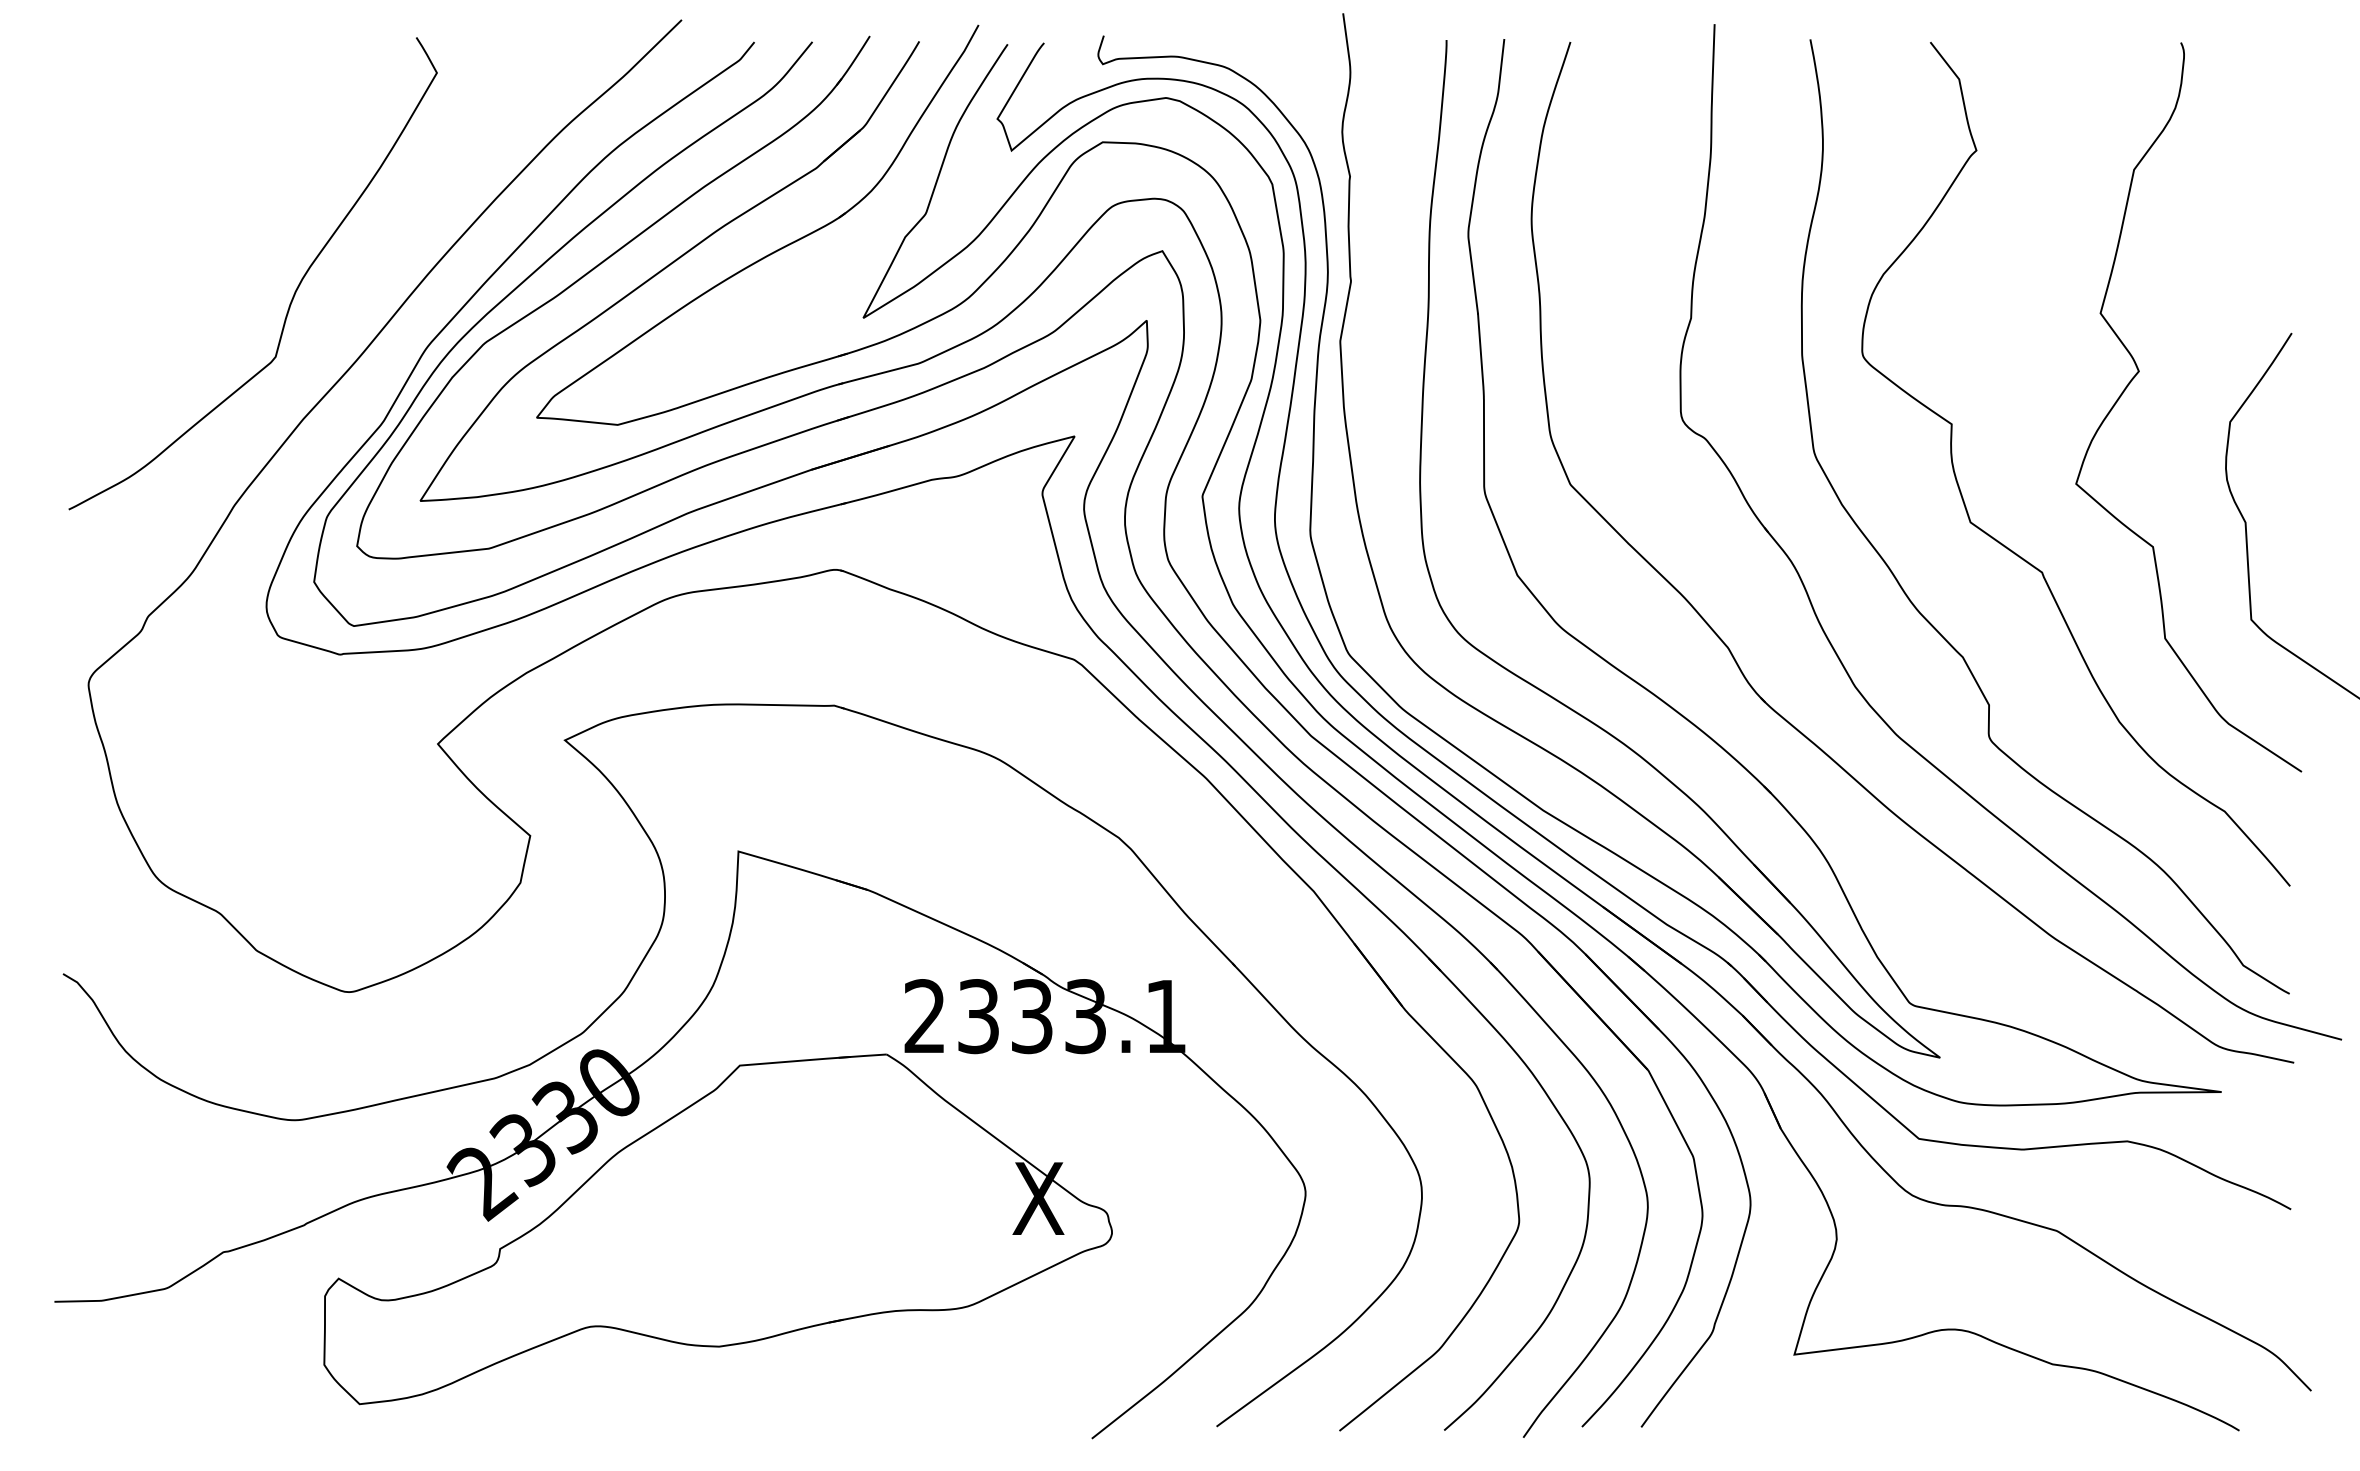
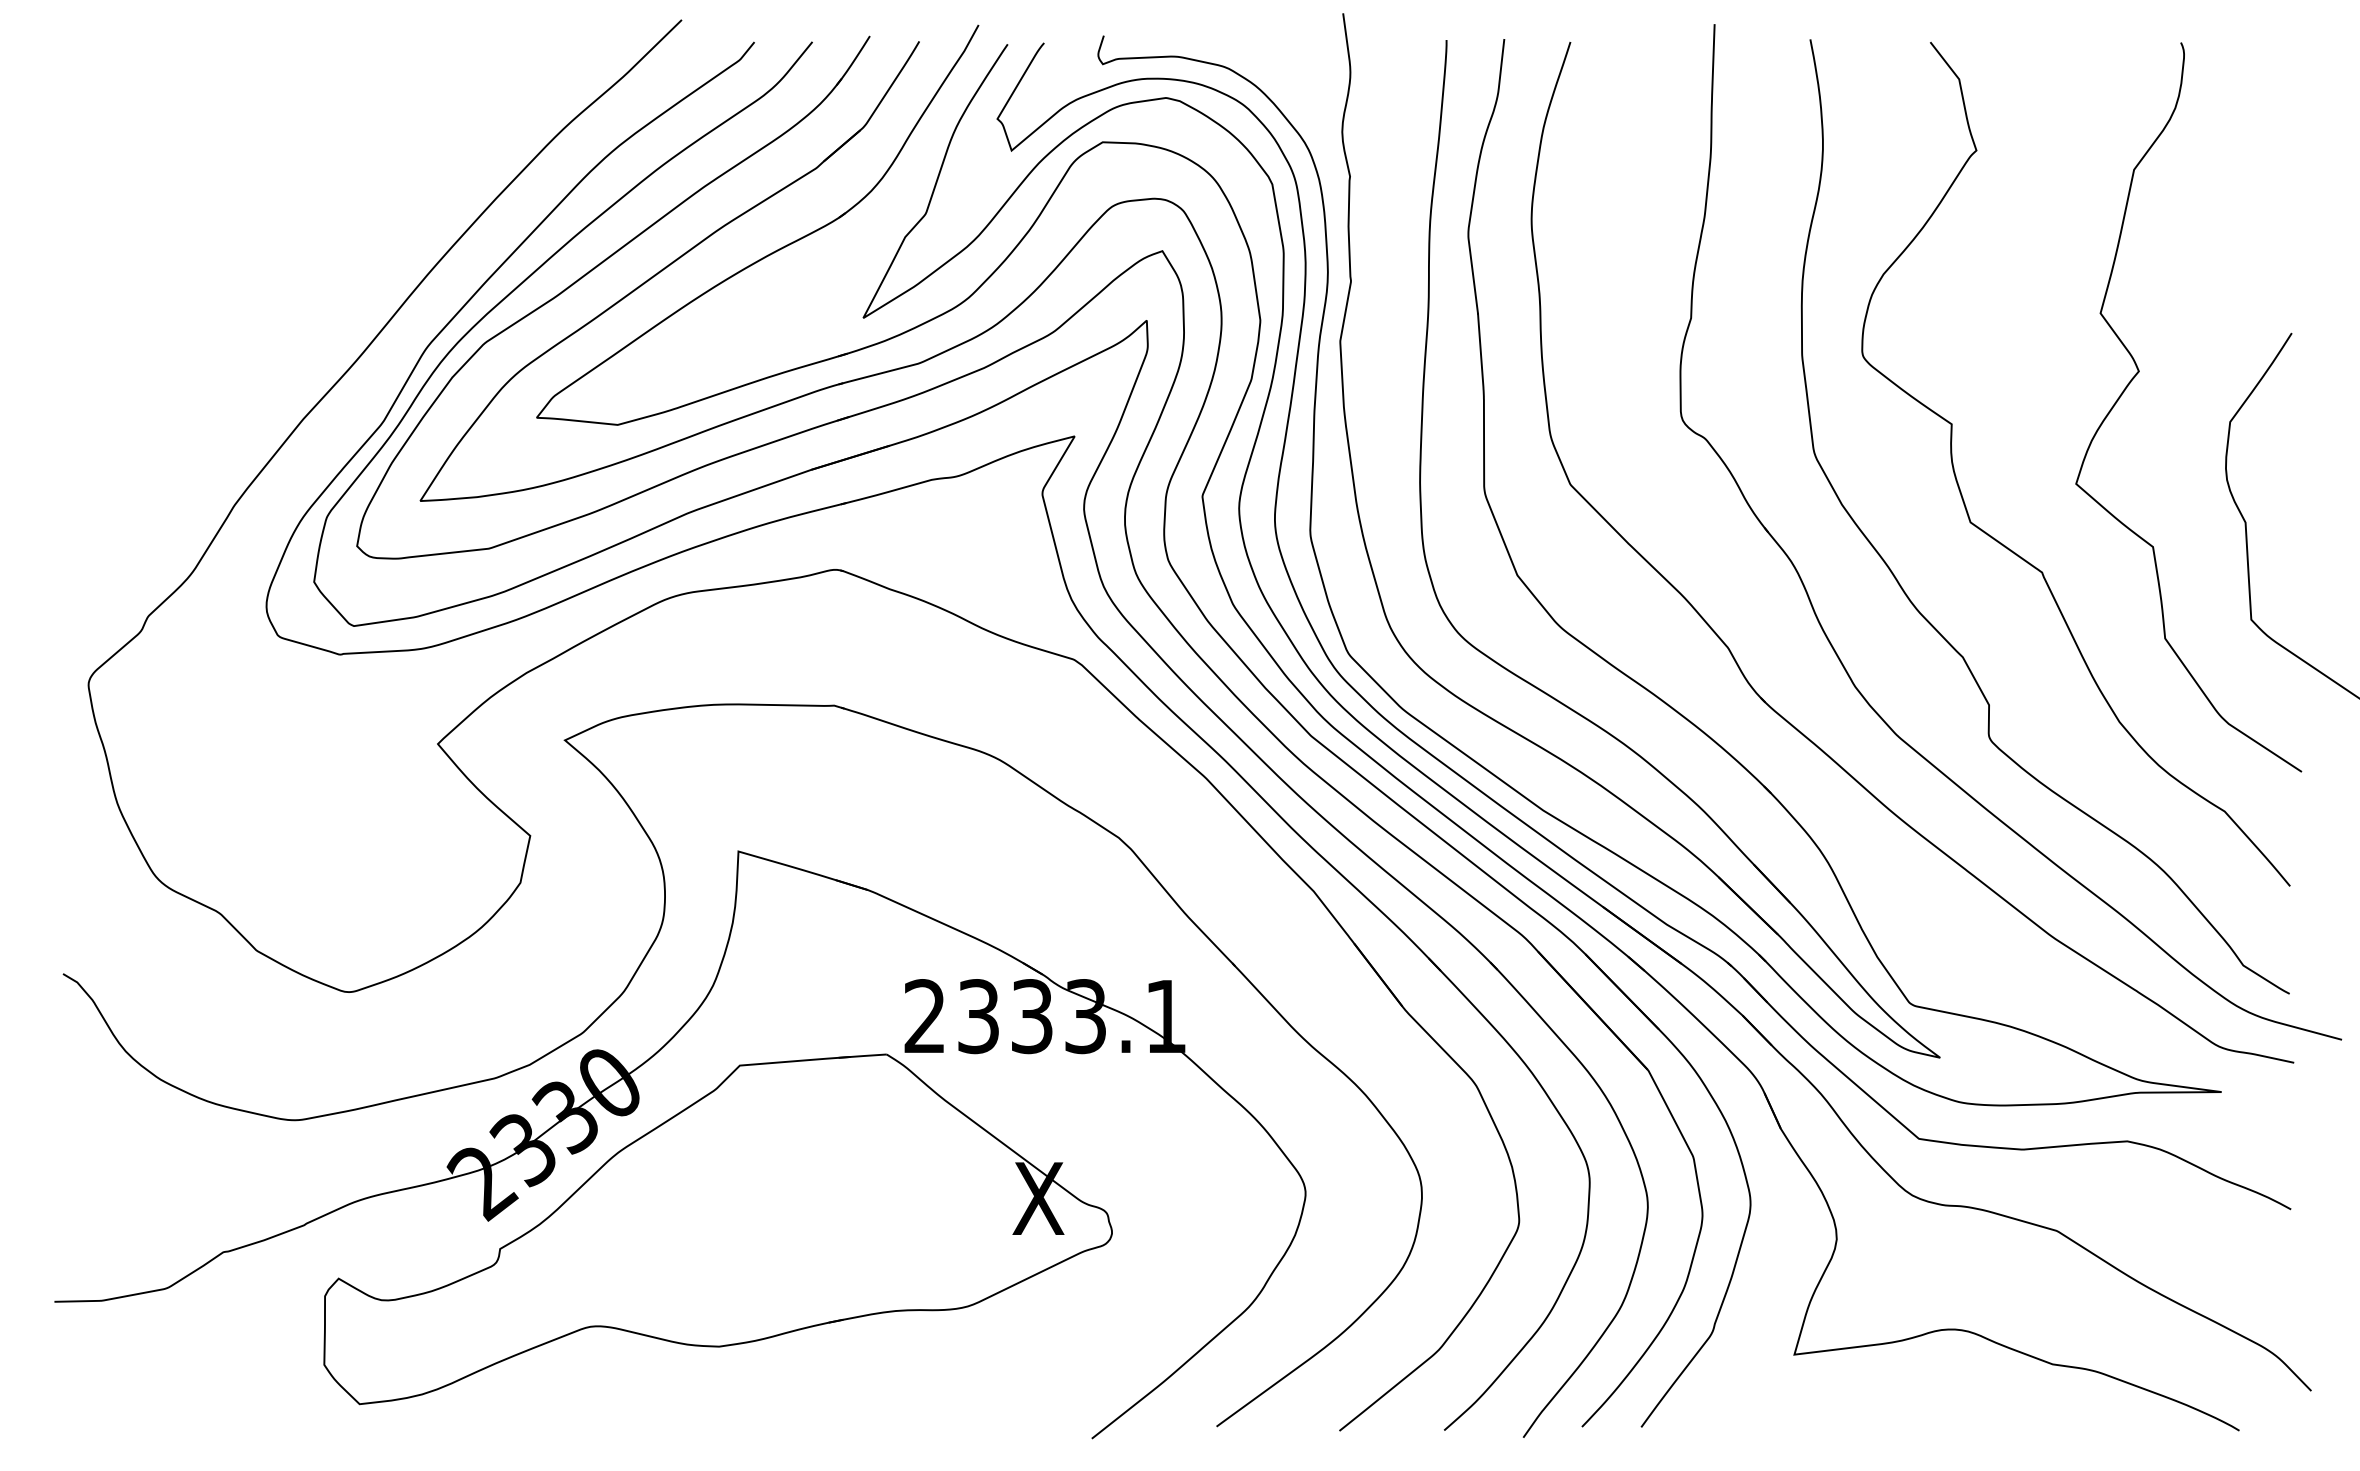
curve at (294, 291): present -> none
